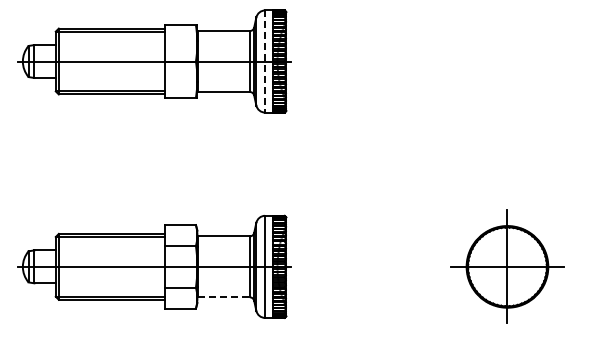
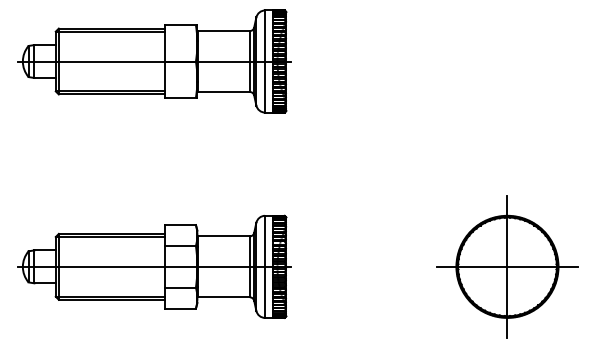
line at (265, 62): dashed -> solid
part at (507, 266) size: 115x115 px -> 143x144 px
line at (223, 297): dashed -> solid
